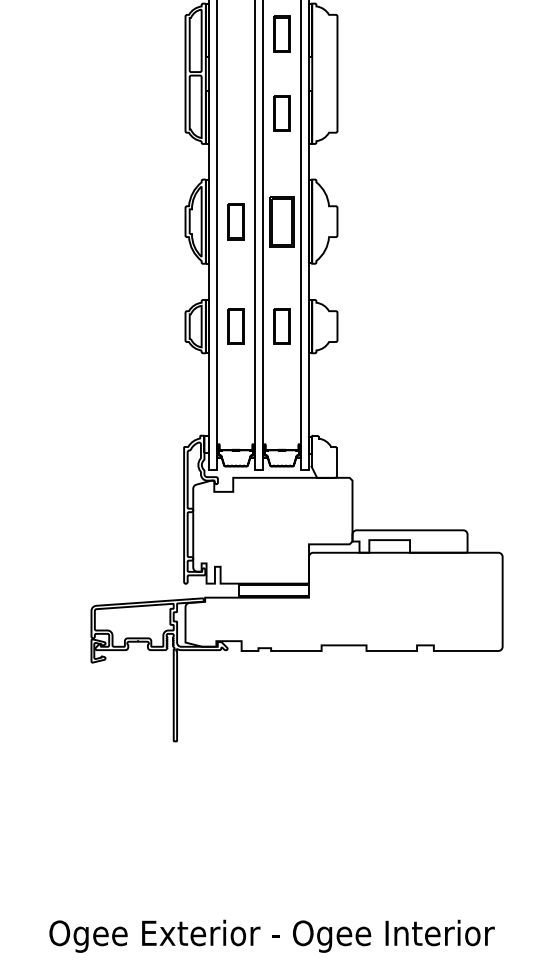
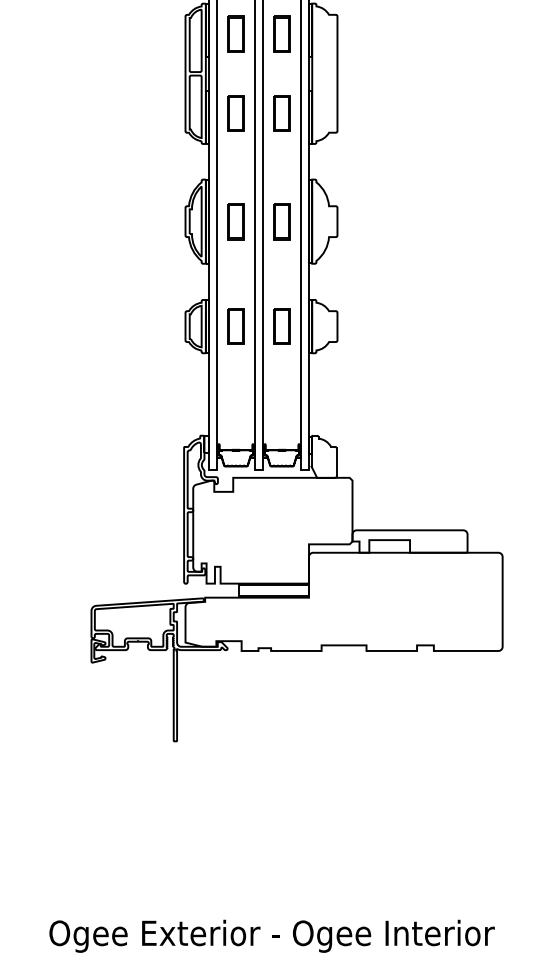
part at (235, 33): none -> present
part at (235, 113): none -> present
part at (281, 221) size: 26x52 px -> 18x38 px
